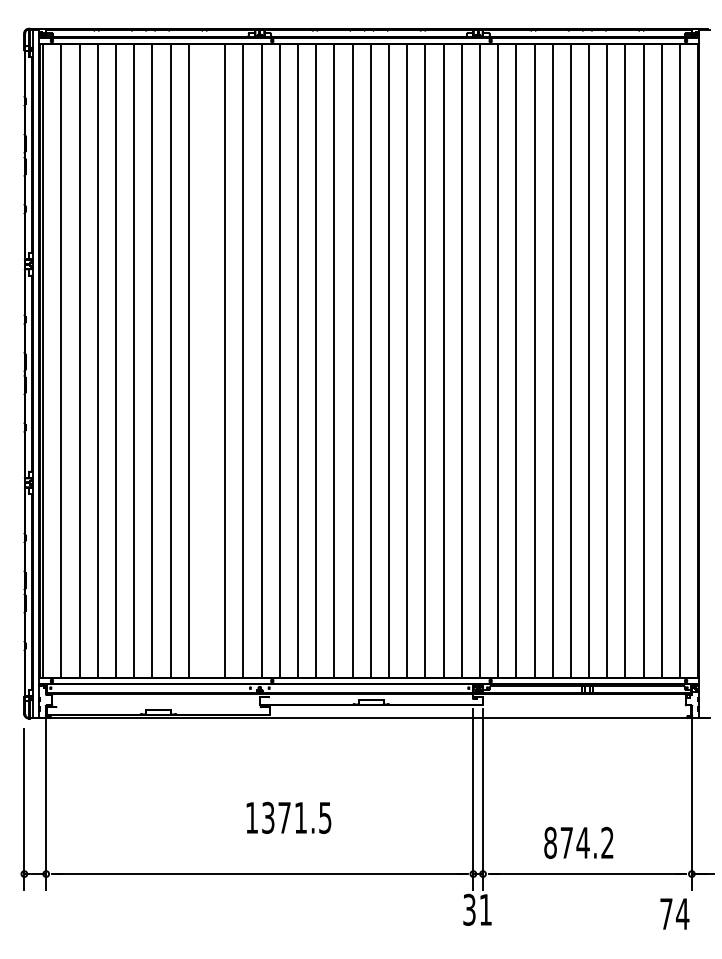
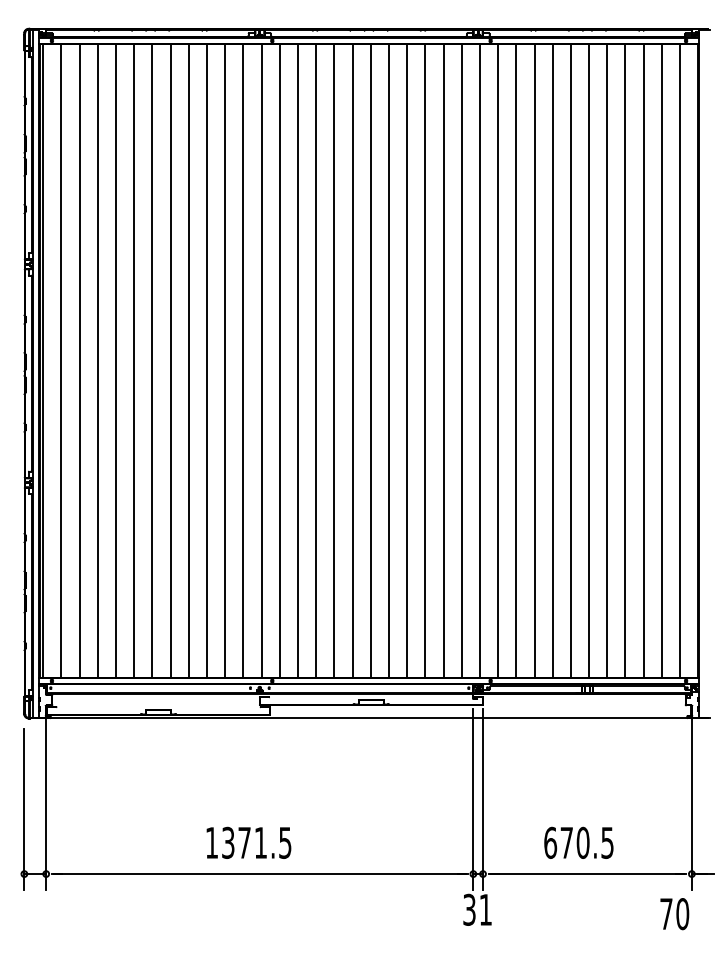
line at (207, 360): none -> present
text at (288, 817) position: (288, 817) -> (248, 842)
text at (578, 842): 874.2 -> 670.5
text at (682, 914): 74 -> 70
